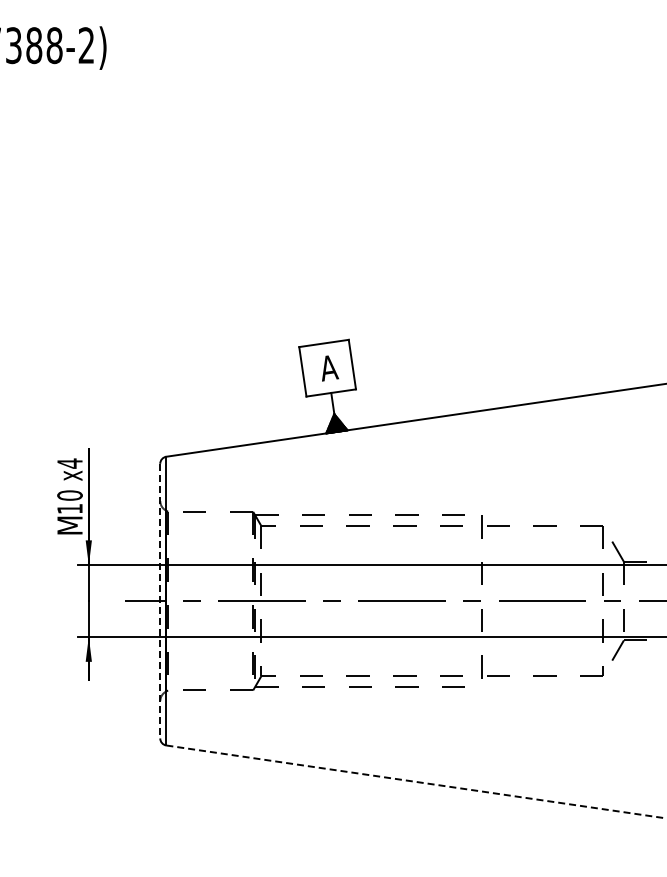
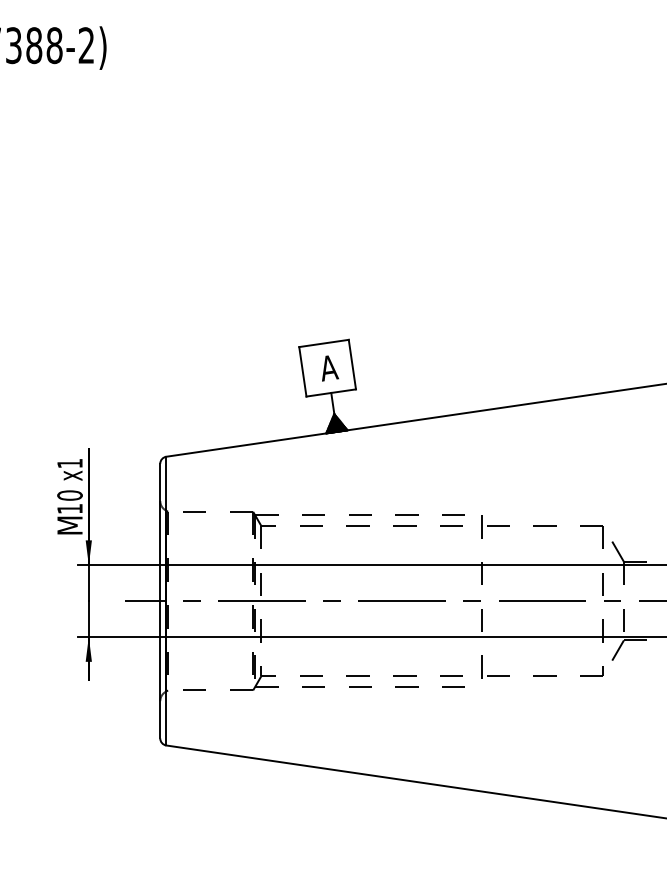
text at (69, 463): x4 -> x1
line at (160, 601): dashed -> solid
line at (416, 782): dashed -> solid
